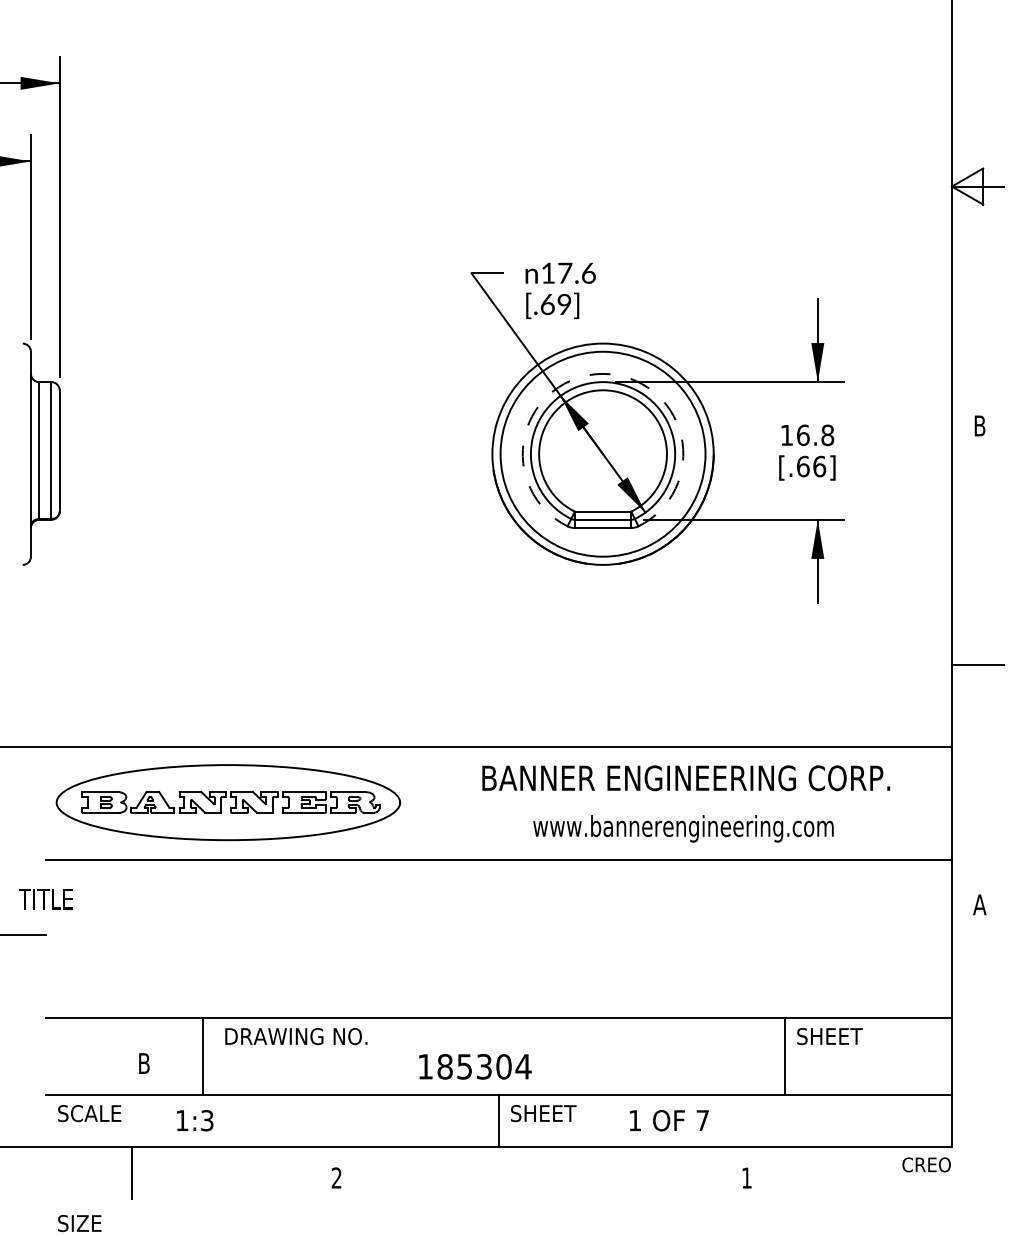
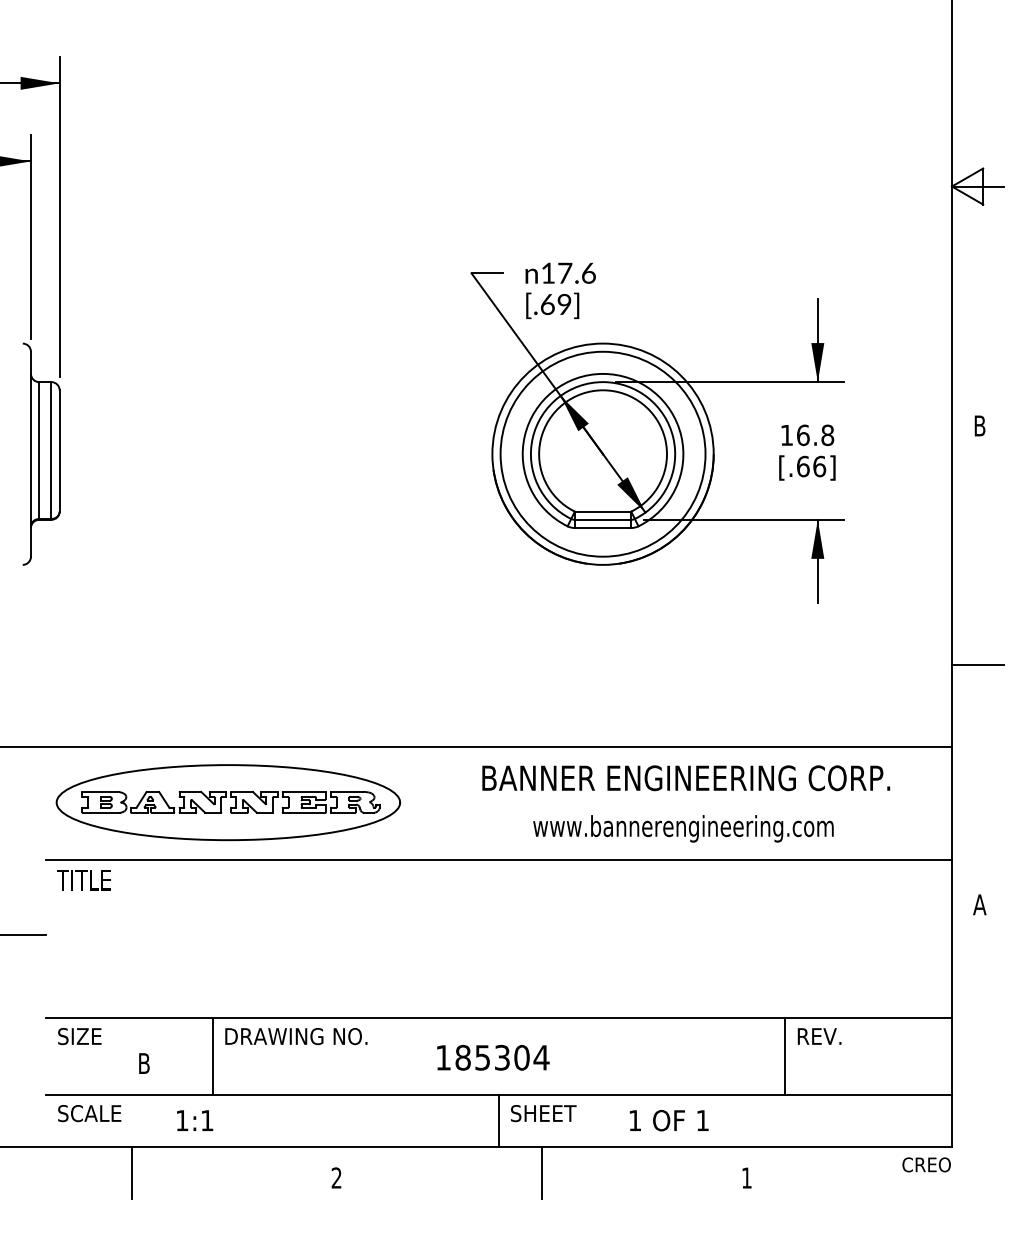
arc at (603, 373): dashed -> solid
text at (45, 899) position: (45, 899) -> (83, 880)
text at (829, 1036): SHEET -> REV.
line at (202, 1055) position: (202, 1055) -> (212, 1055)
text at (475, 1066) position: (475, 1066) -> (493, 1057)
text at (207, 1120): 1:3 -> 1:1
text at (702, 1120): 7 -> 1
line at (541, 1172): none -> present
text at (79, 1223) position: (79, 1223) -> (79, 1036)
